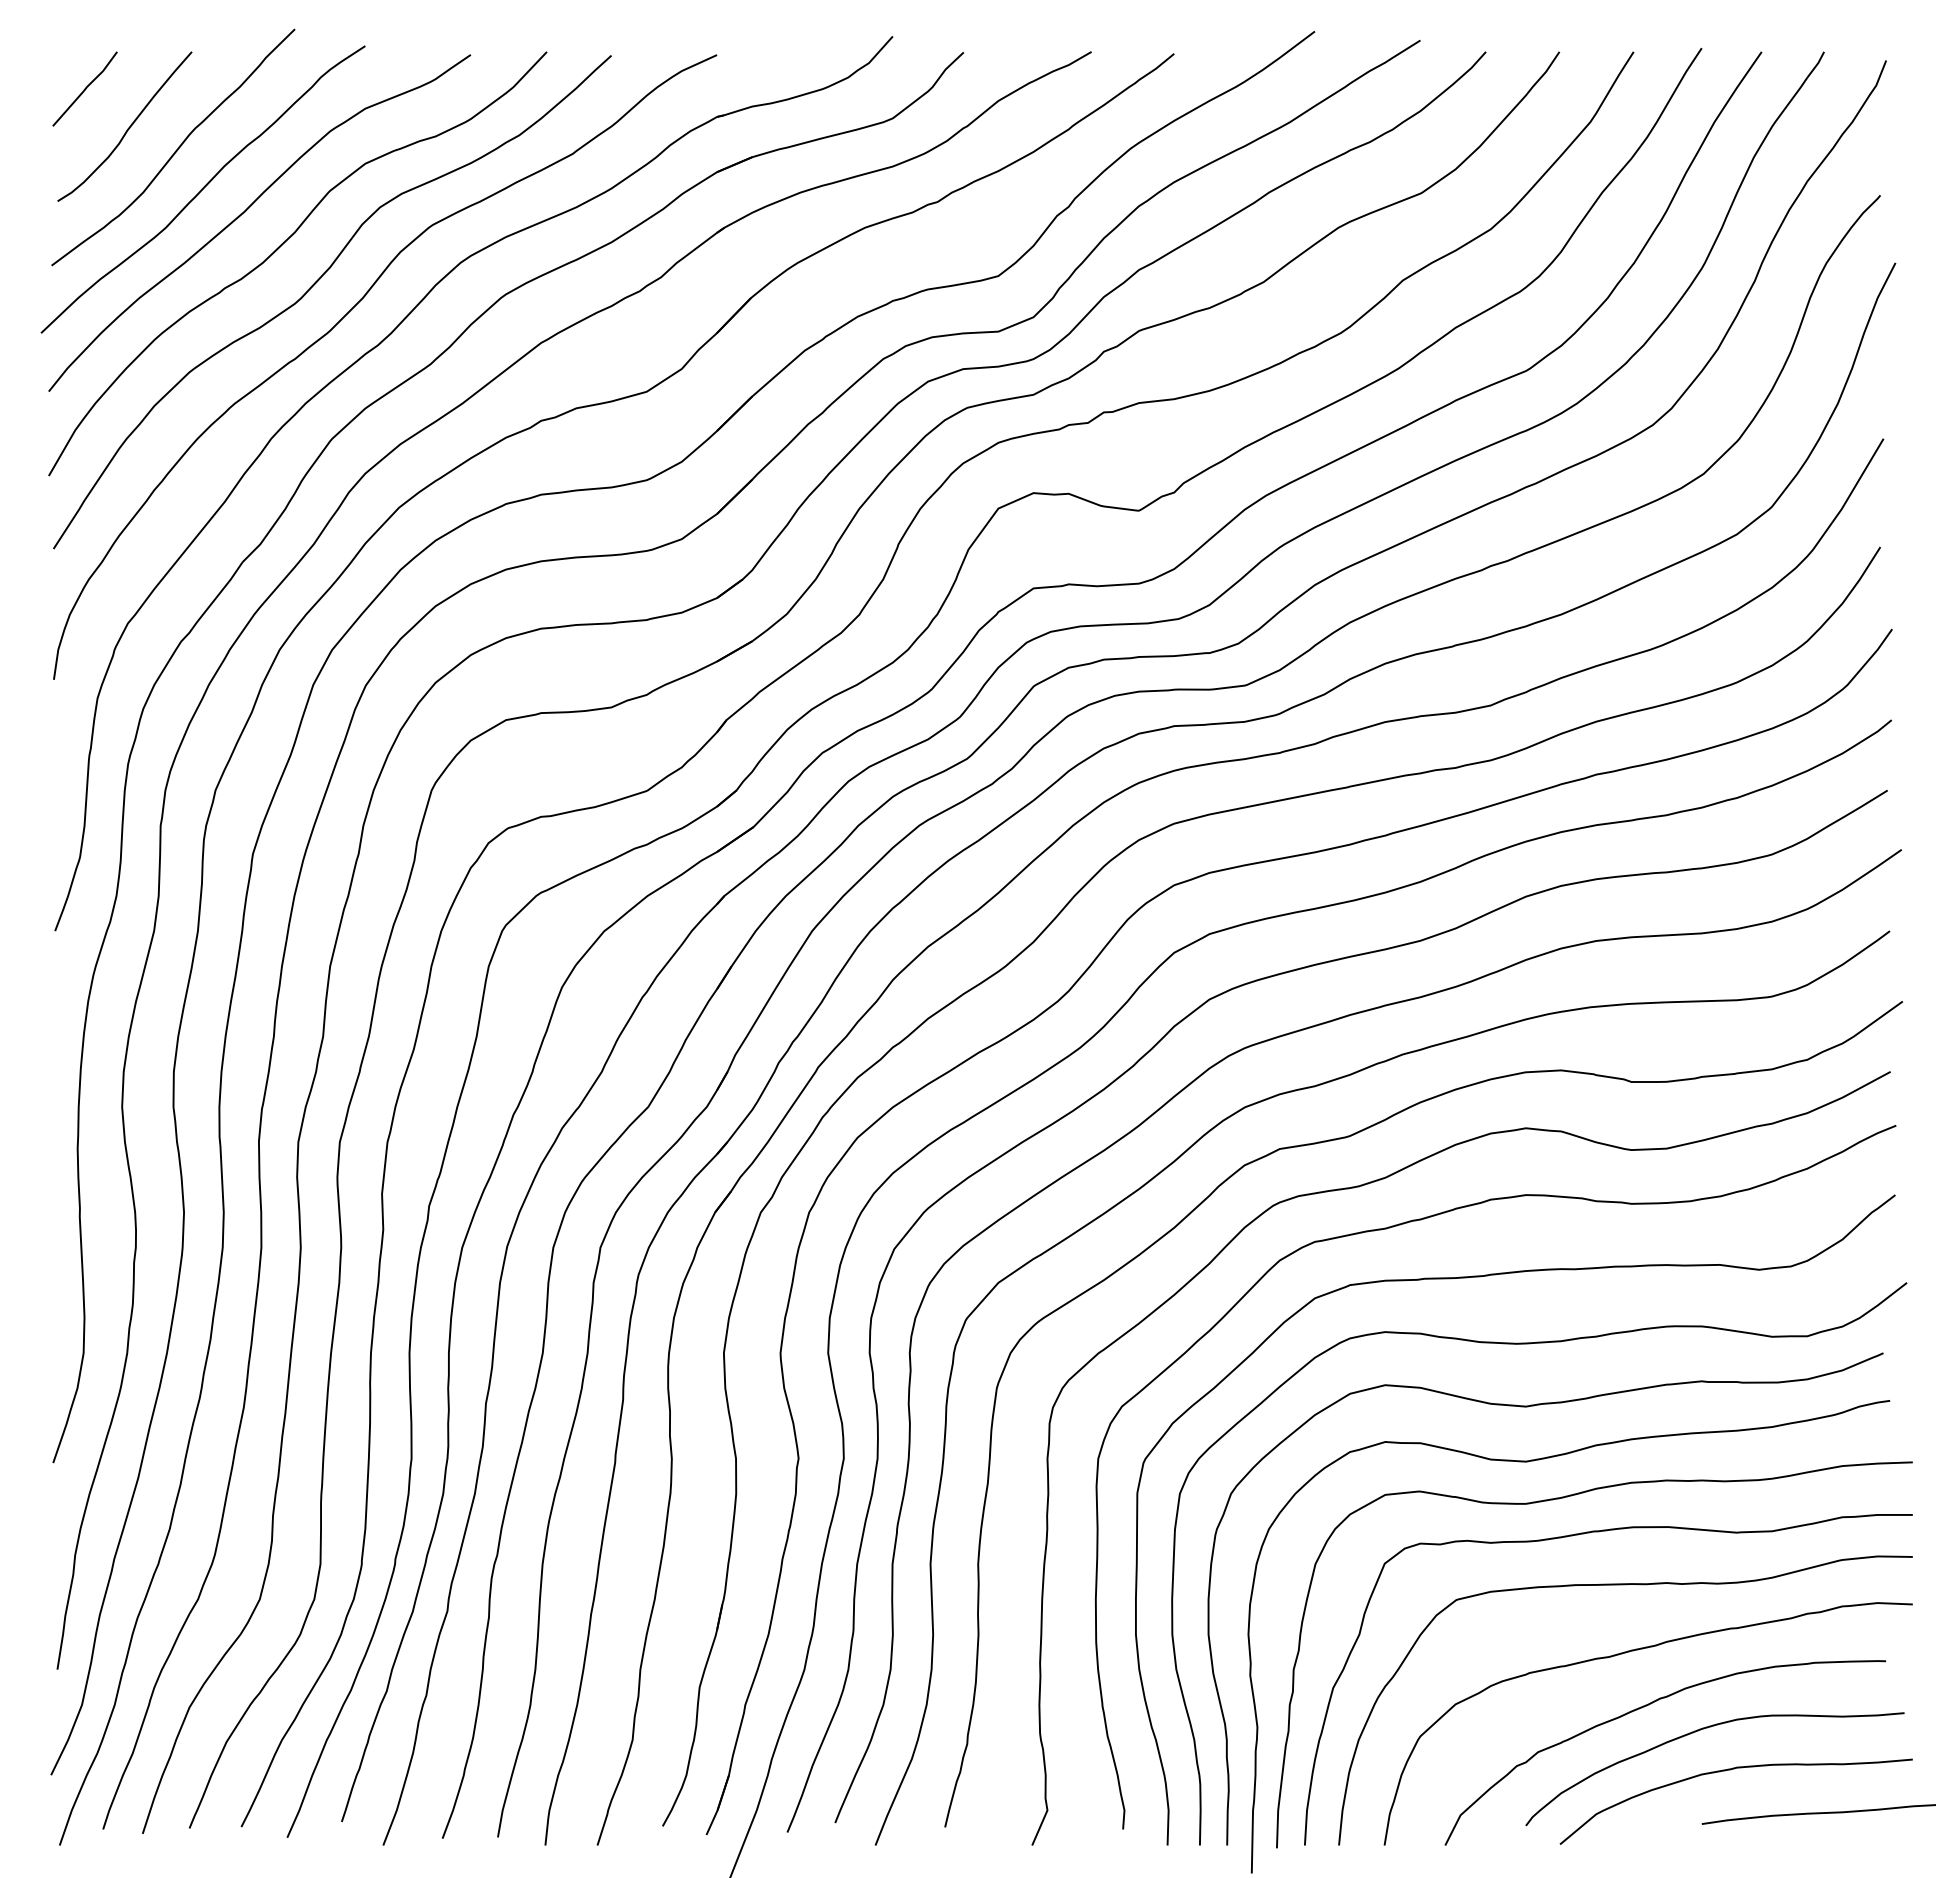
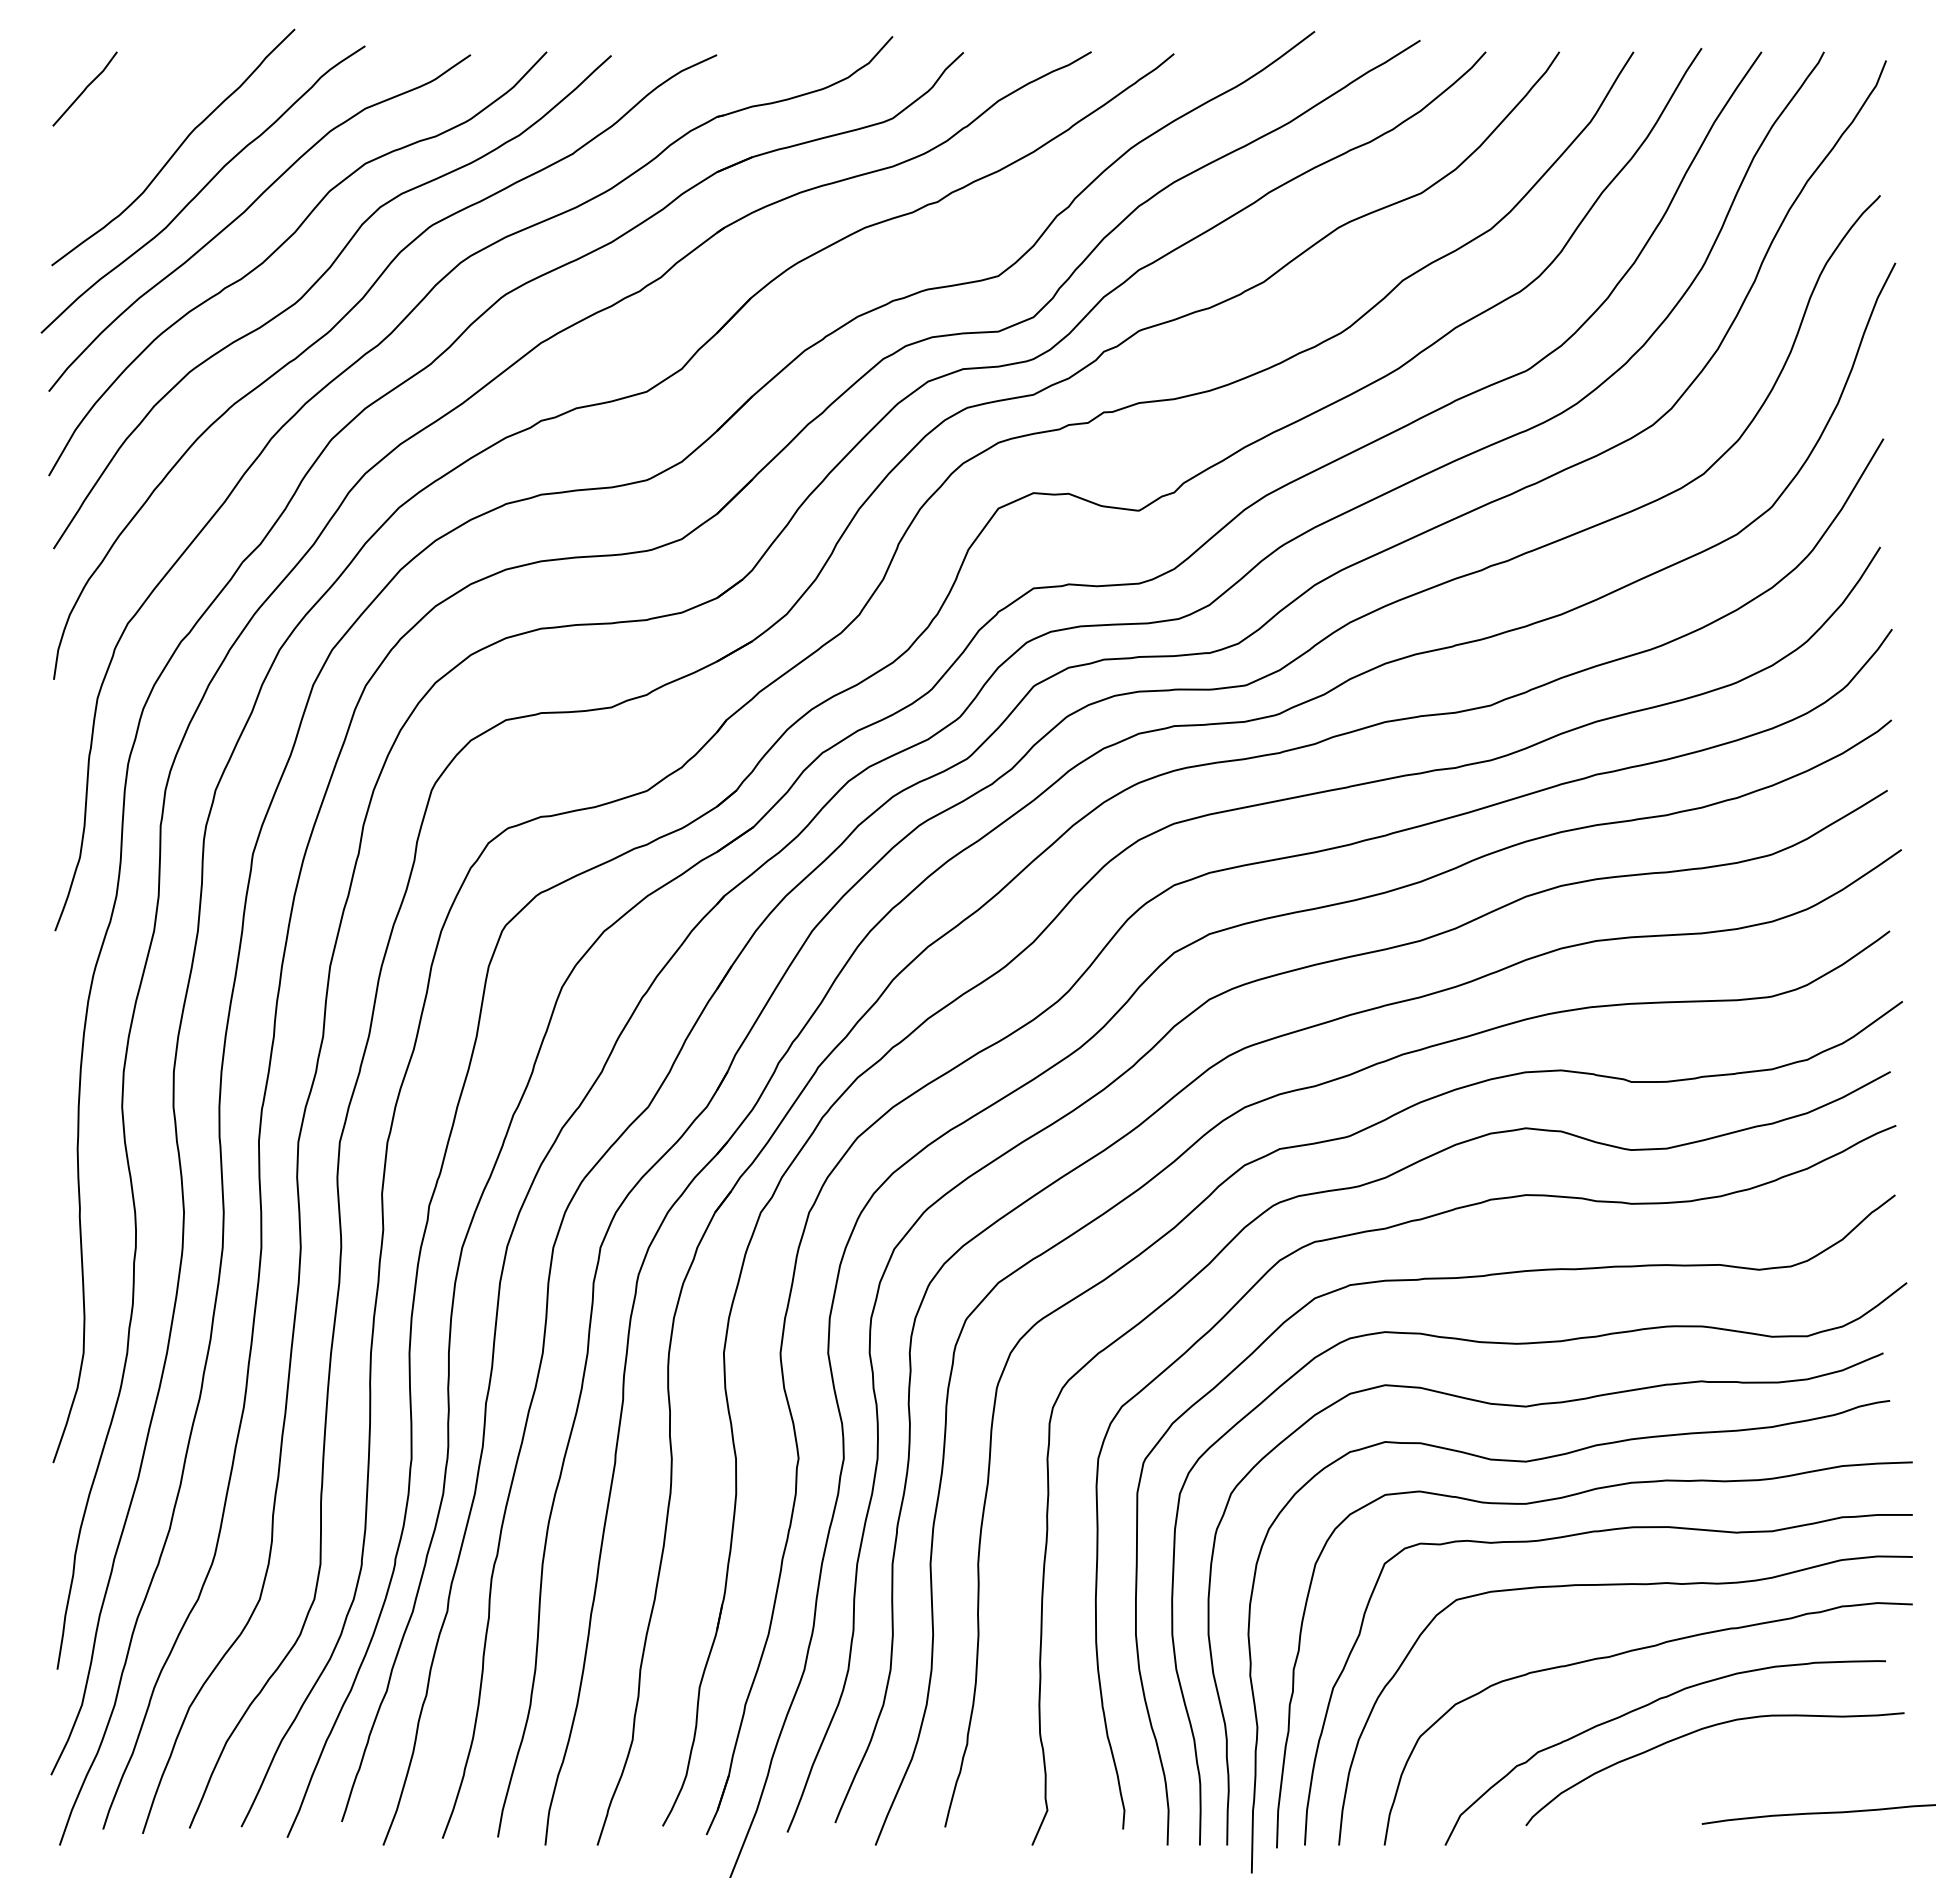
curve at (127, 128): present -> none
curve at (1730, 1770): present -> none
